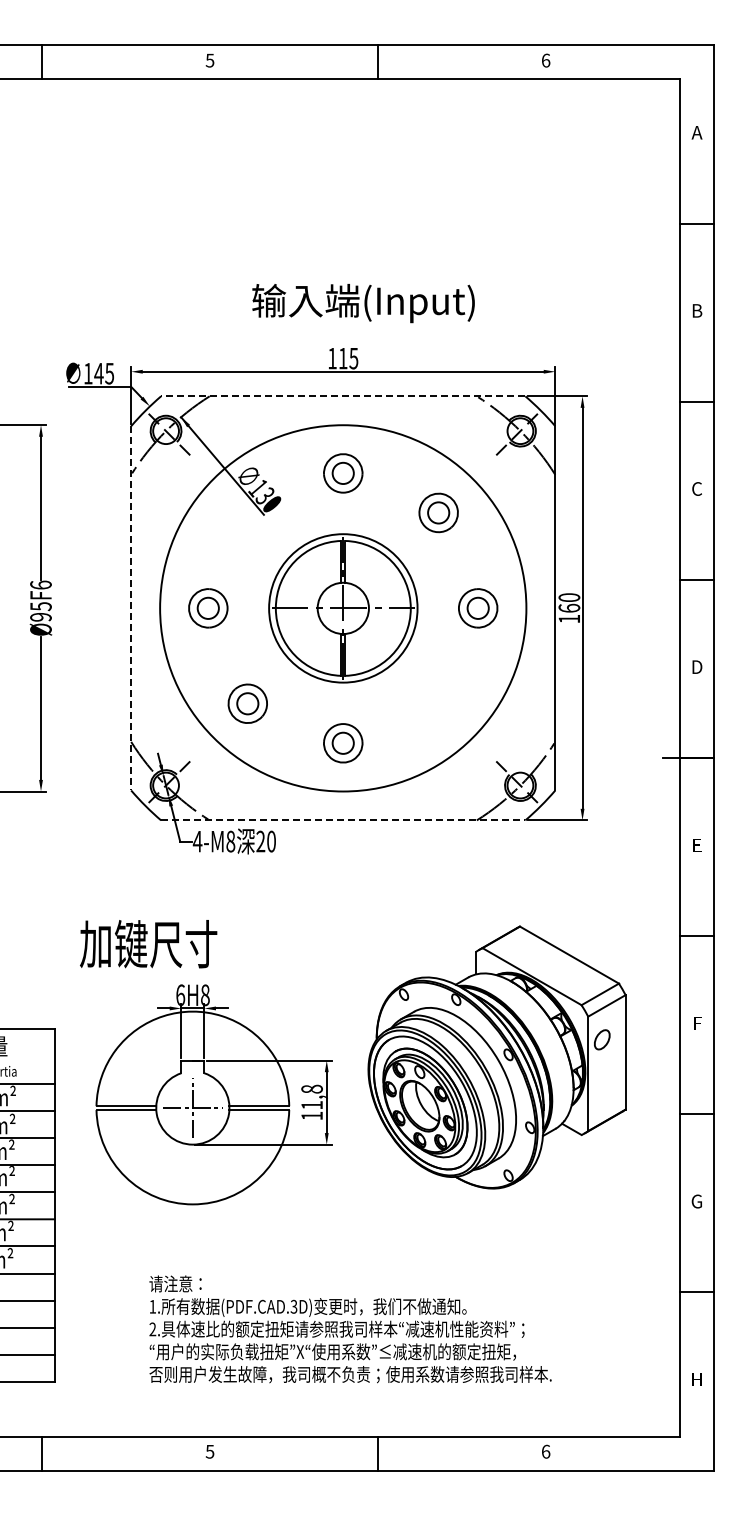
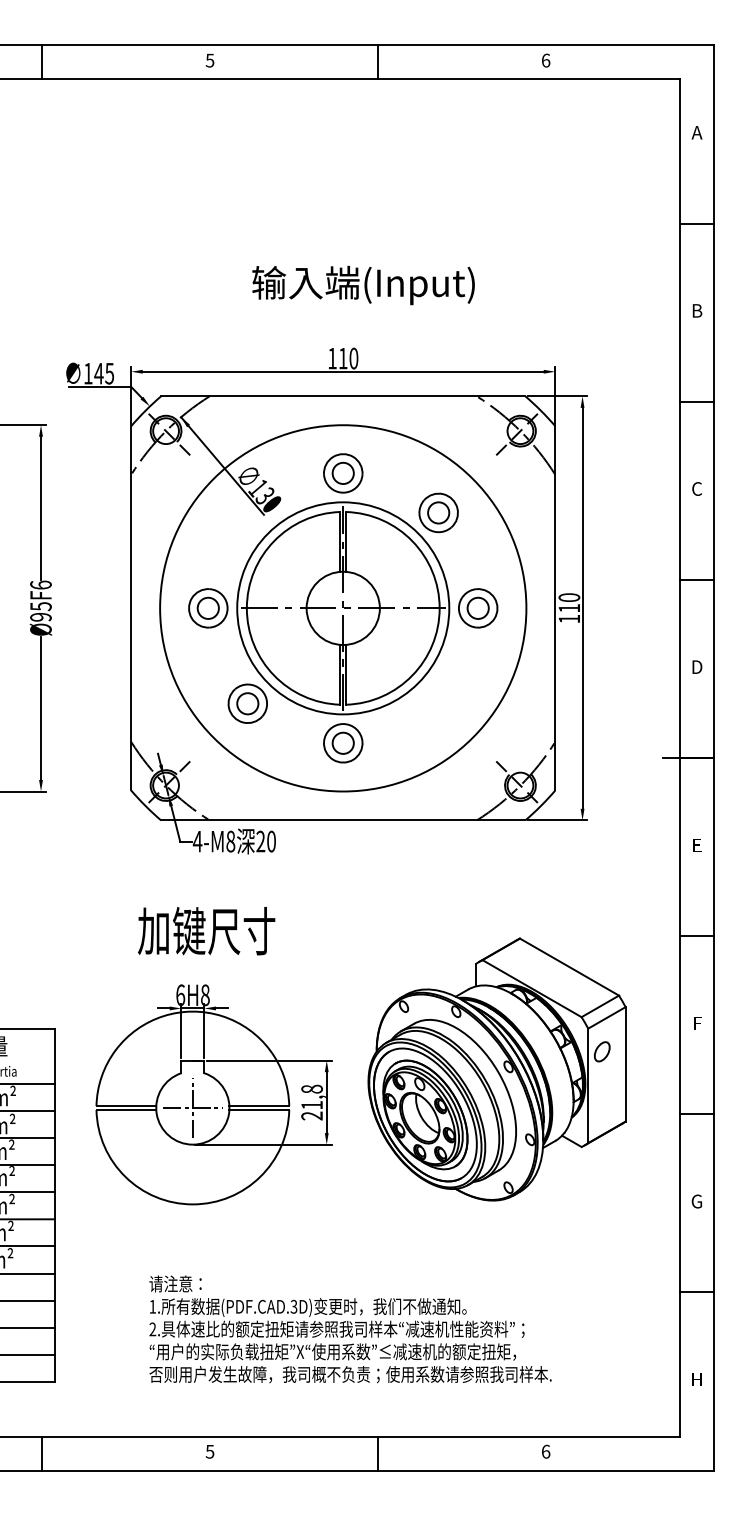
text at (363, 303) position: (363, 303) -> (363, 285)
text at (353, 358): 115 -> 110
line at (342, 396): dashed -> solid
text at (569, 607): 160 -> 110
line at (131, 608): dashed -> solid
part at (343, 608) size: 151x151 px -> 215x215 px
line at (343, 820): dashed -> solid
text at (148, 944) position: (148, 944) -> (206, 931)
part at (496, 1057) position: (496, 1057) -> (496, 1069)
text at (311, 1115): 11,8 -> 21,8
